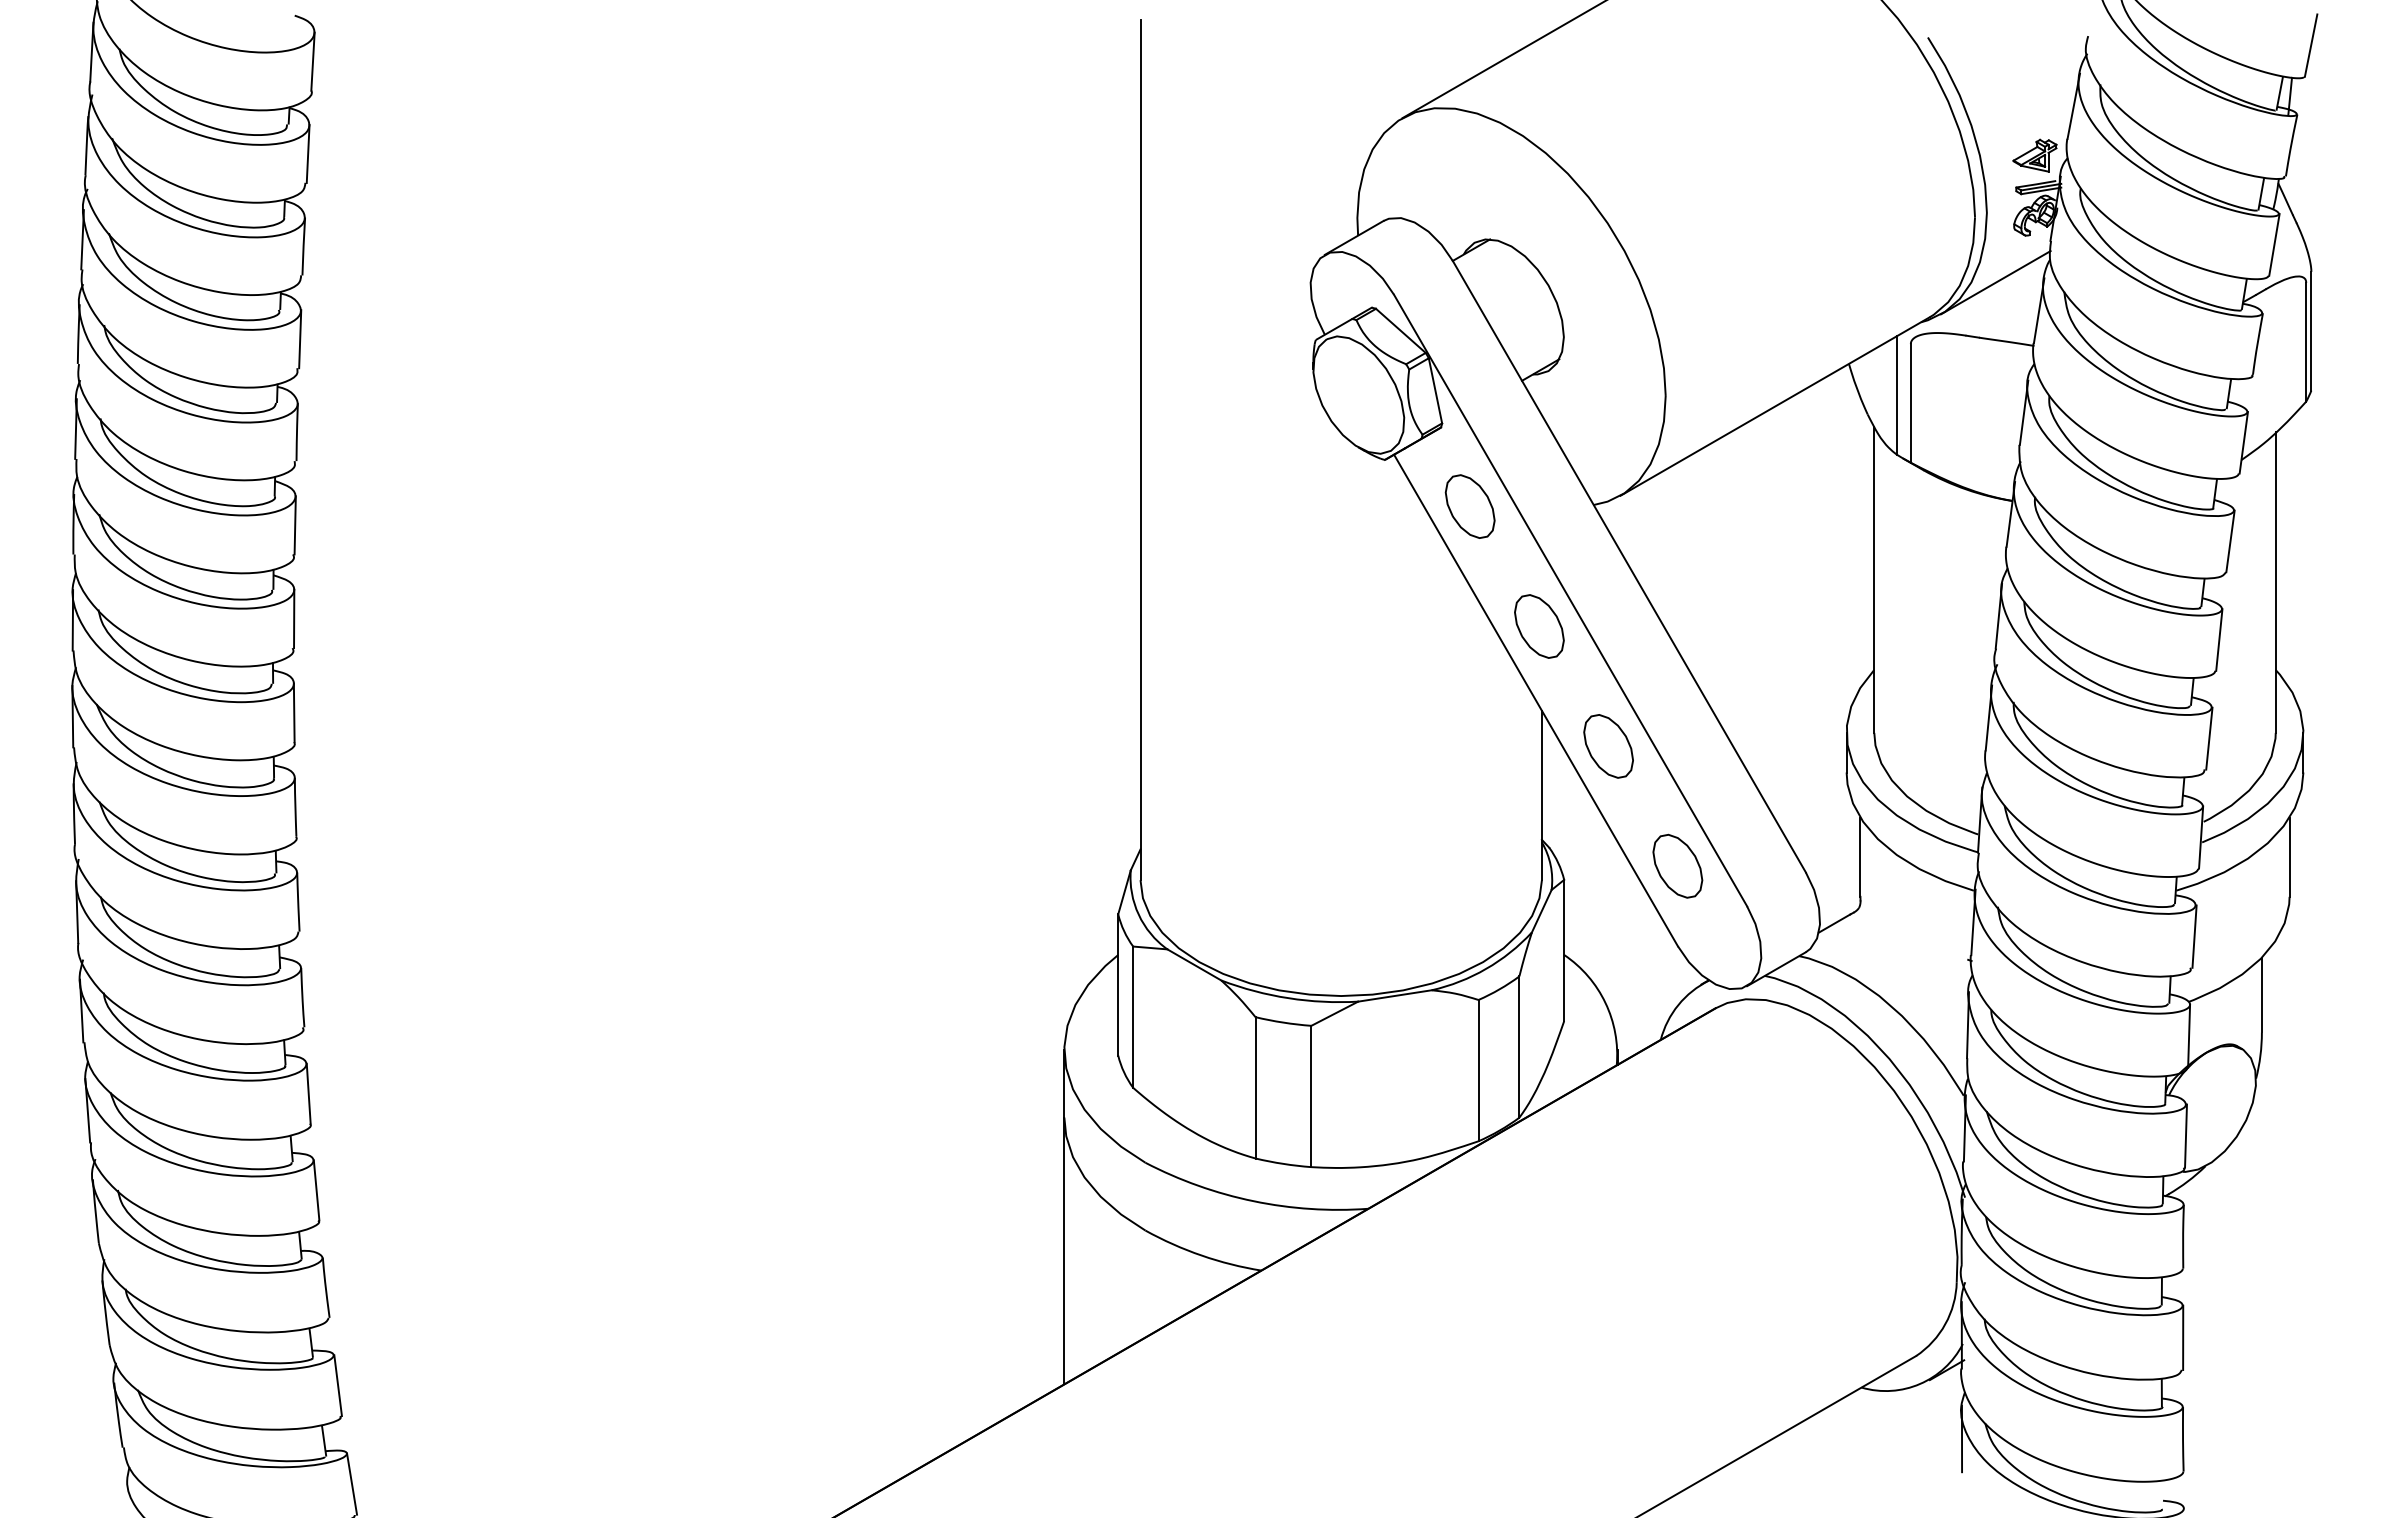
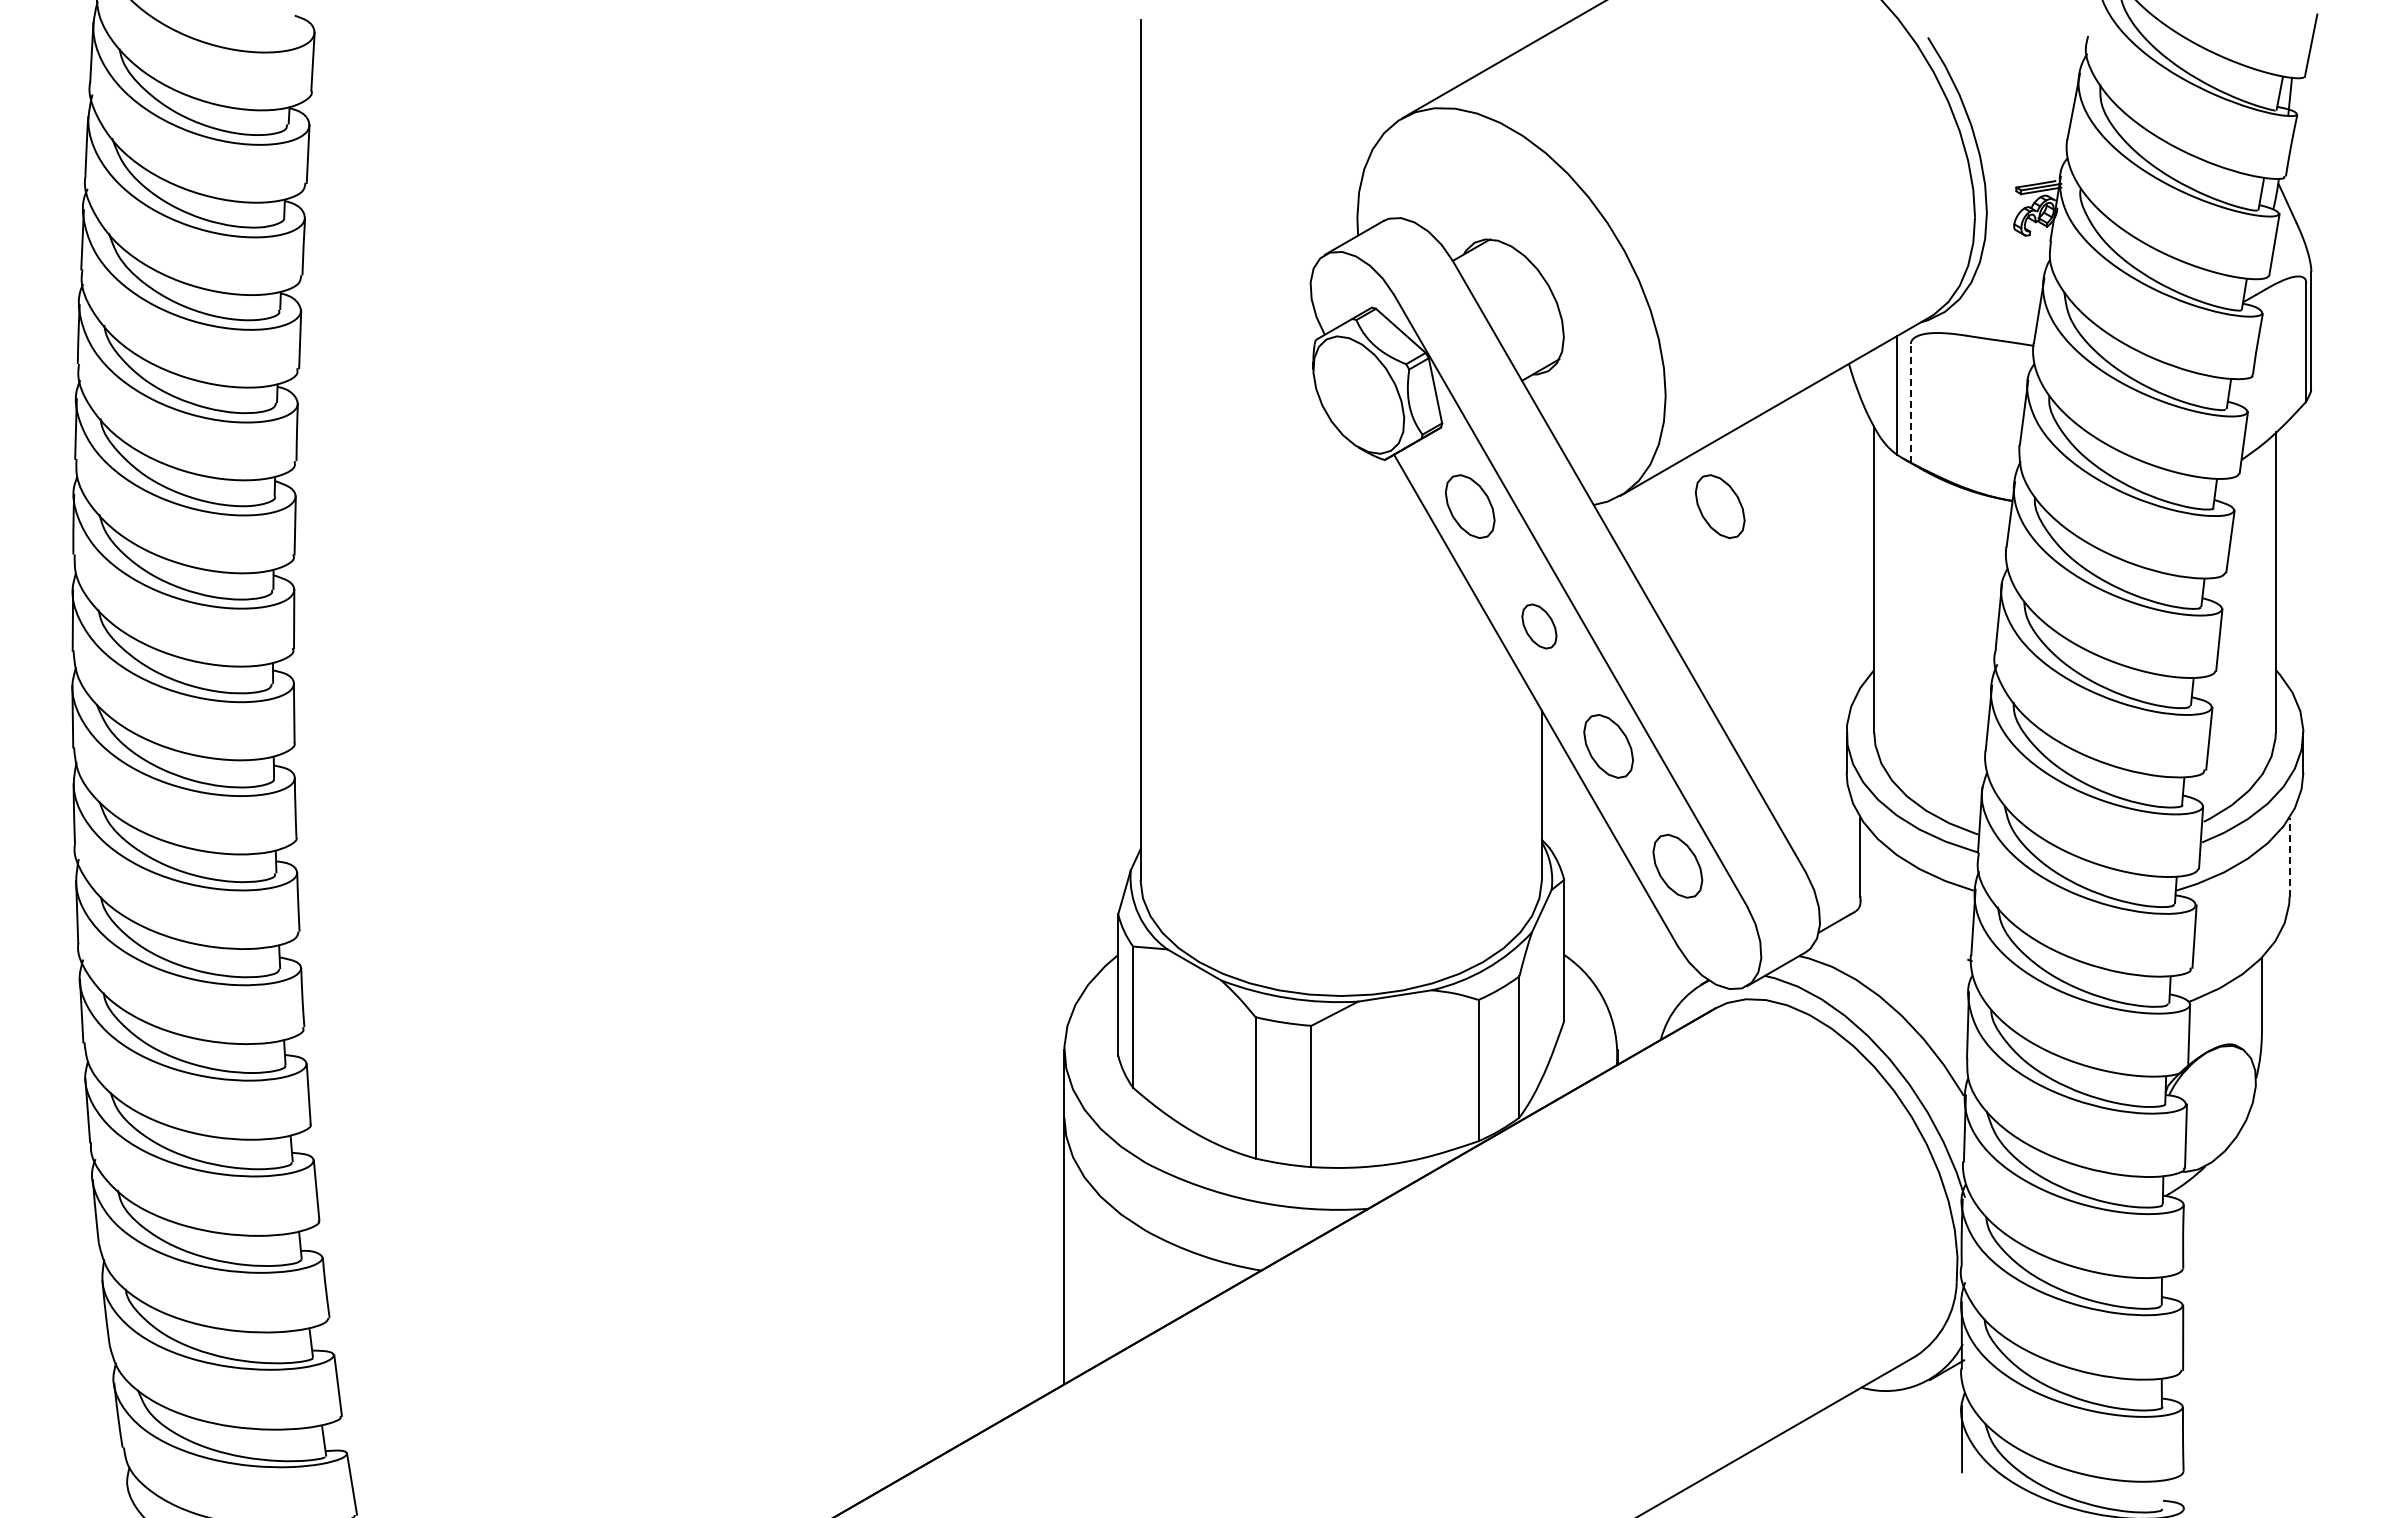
part at (2034, 155): present -> none
line at (1995, 282): present -> none
line at (1910, 402): solid -> dashed
part at (1719, 506): none -> present
part at (1539, 626) size: 51x65 px -> 37x47 px
line at (2289, 857): solid -> dashed
